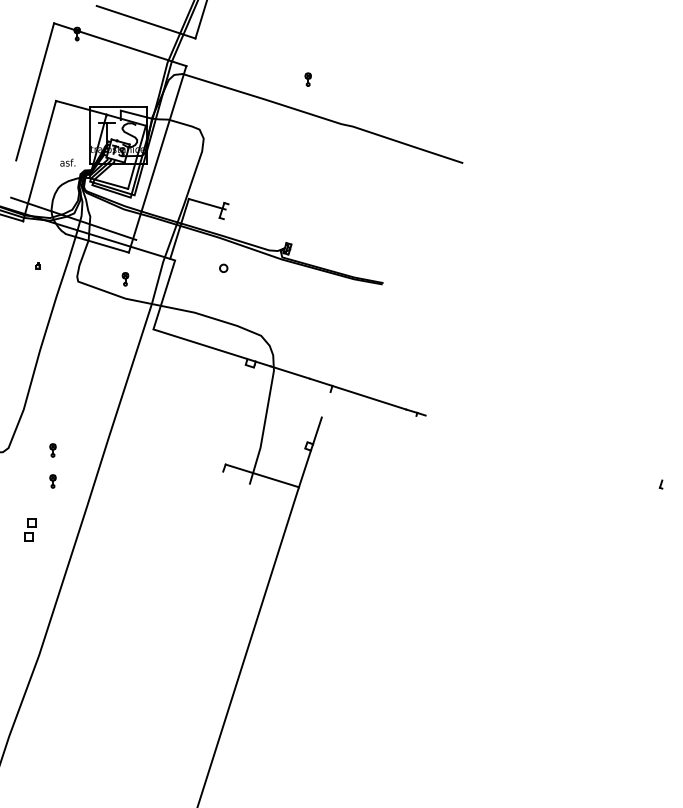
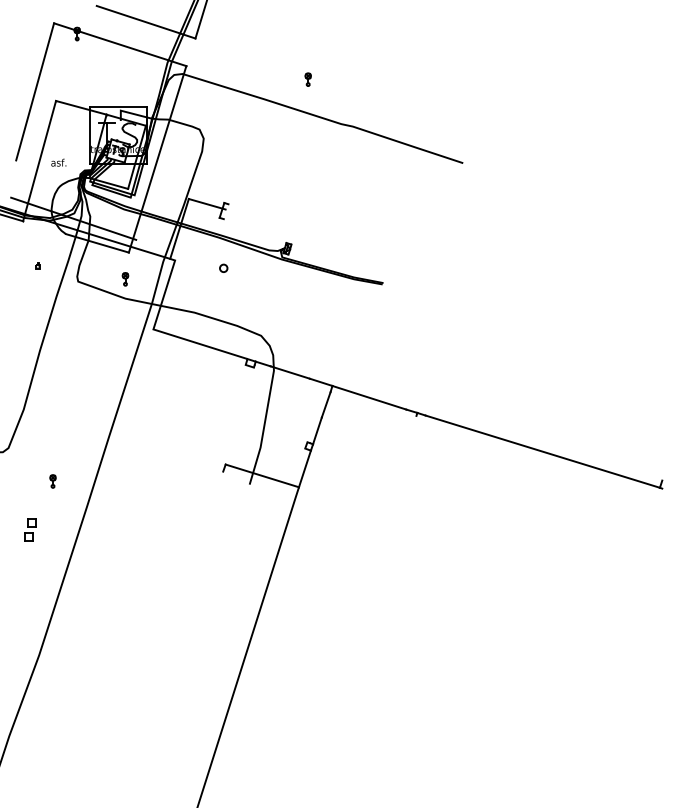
text at (67, 162) position: (67, 162) -> (58, 162)
line at (325, 404): none -> present
part at (52, 450): present -> none
line at (542, 451): none -> present
